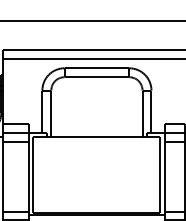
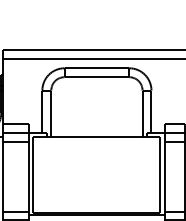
line at (92, 20): present -> none
